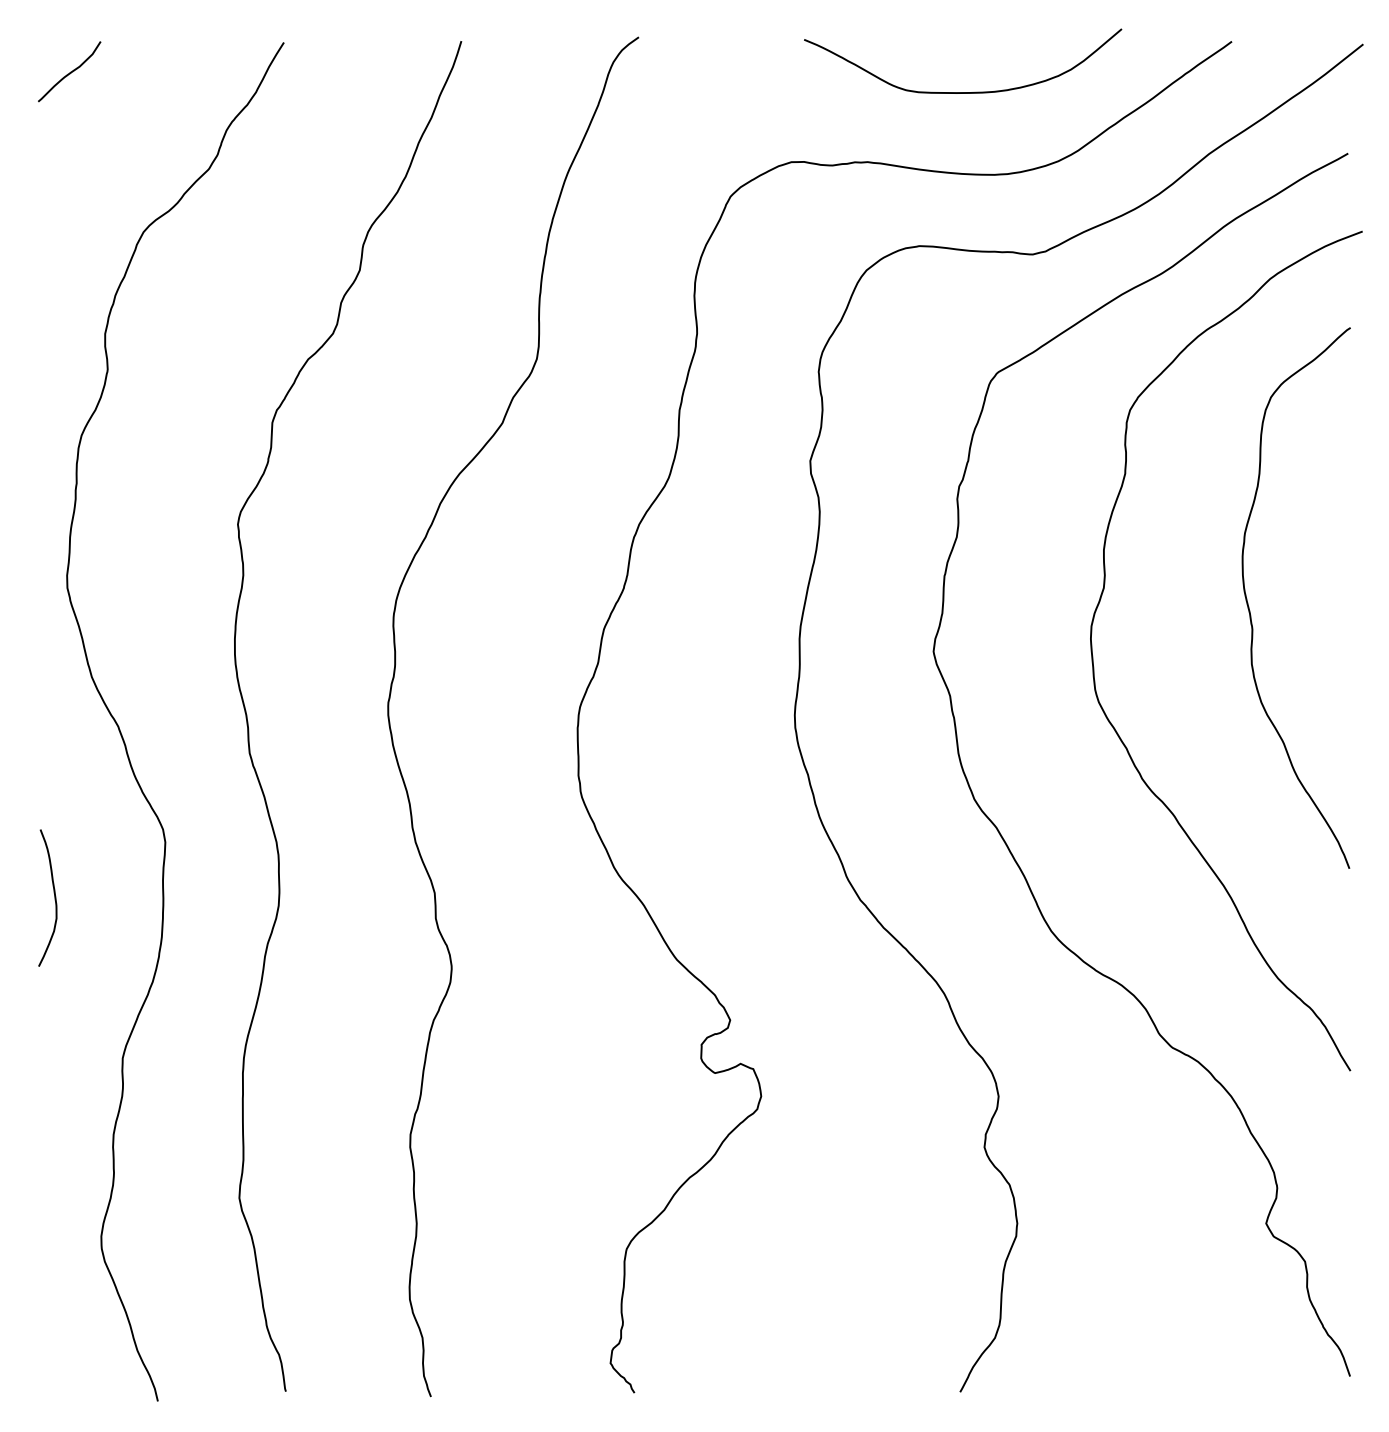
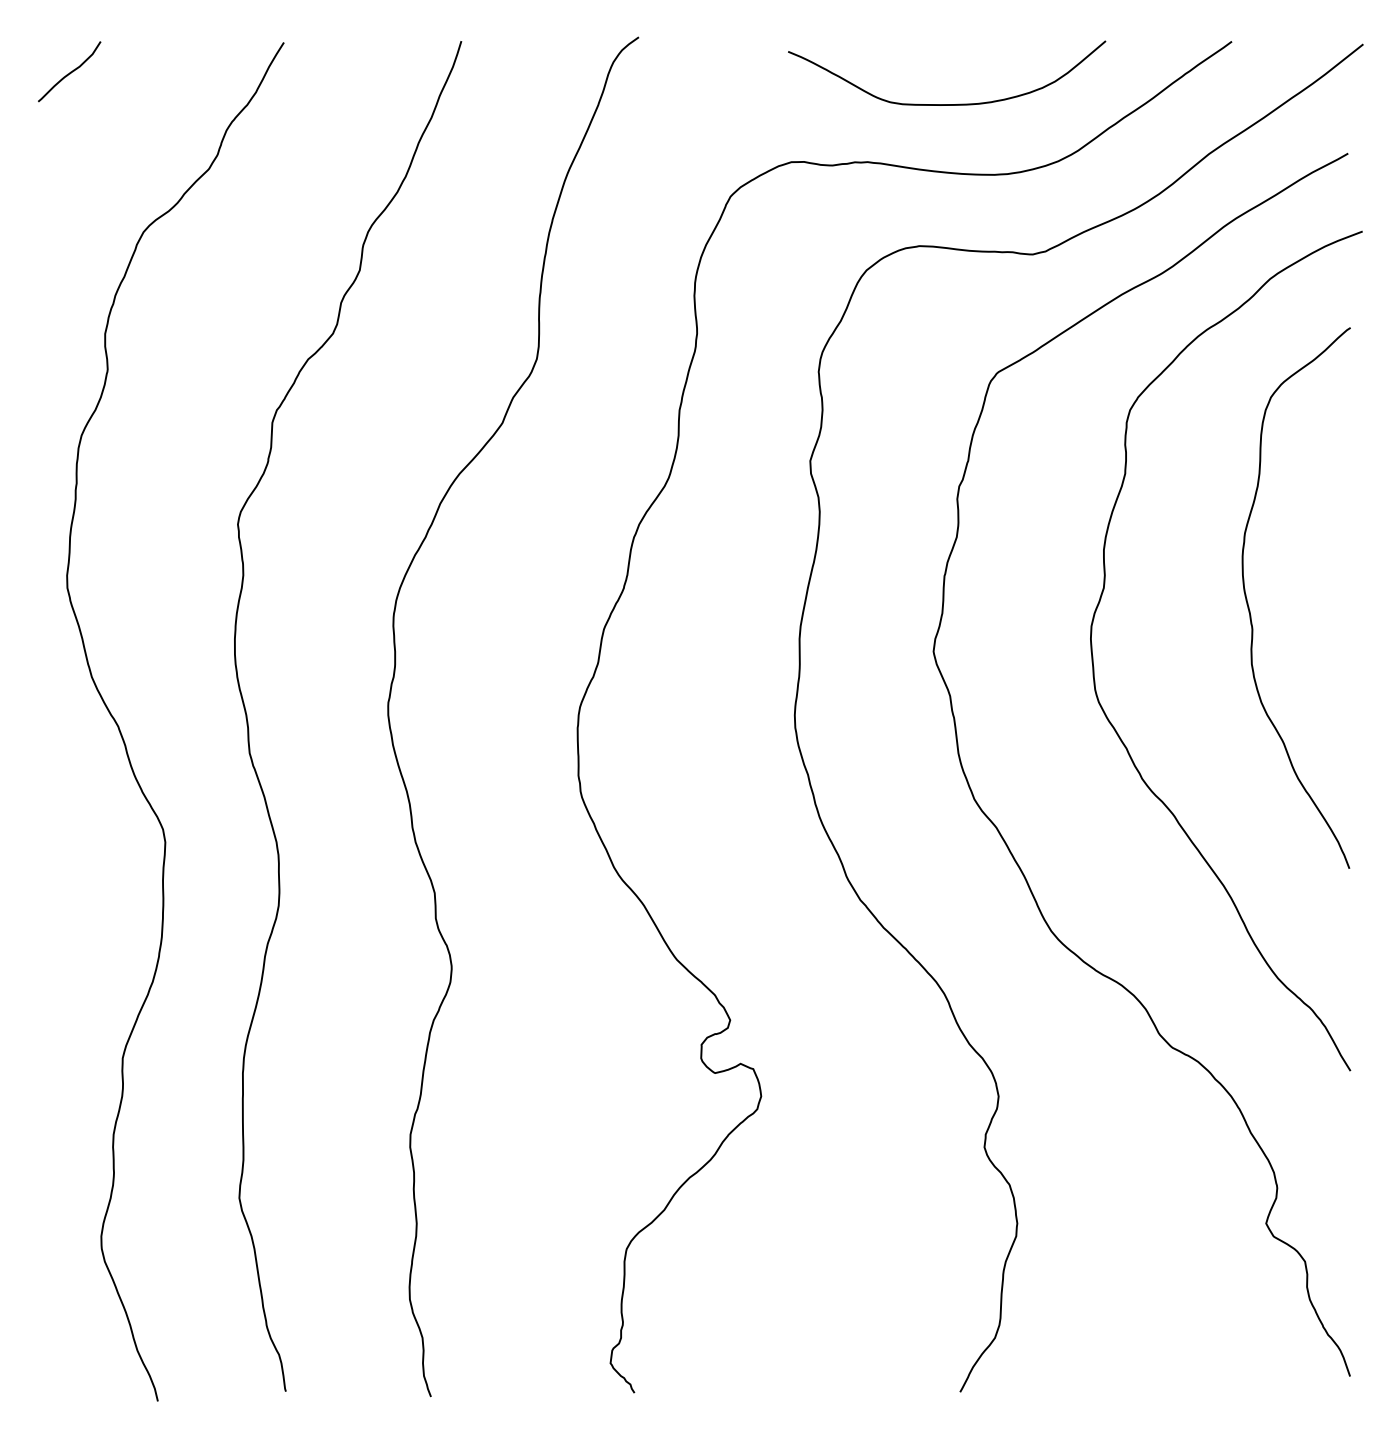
curve at (963, 92) position: (963, 92) -> (947, 104)
curve at (54, 897): present -> none
